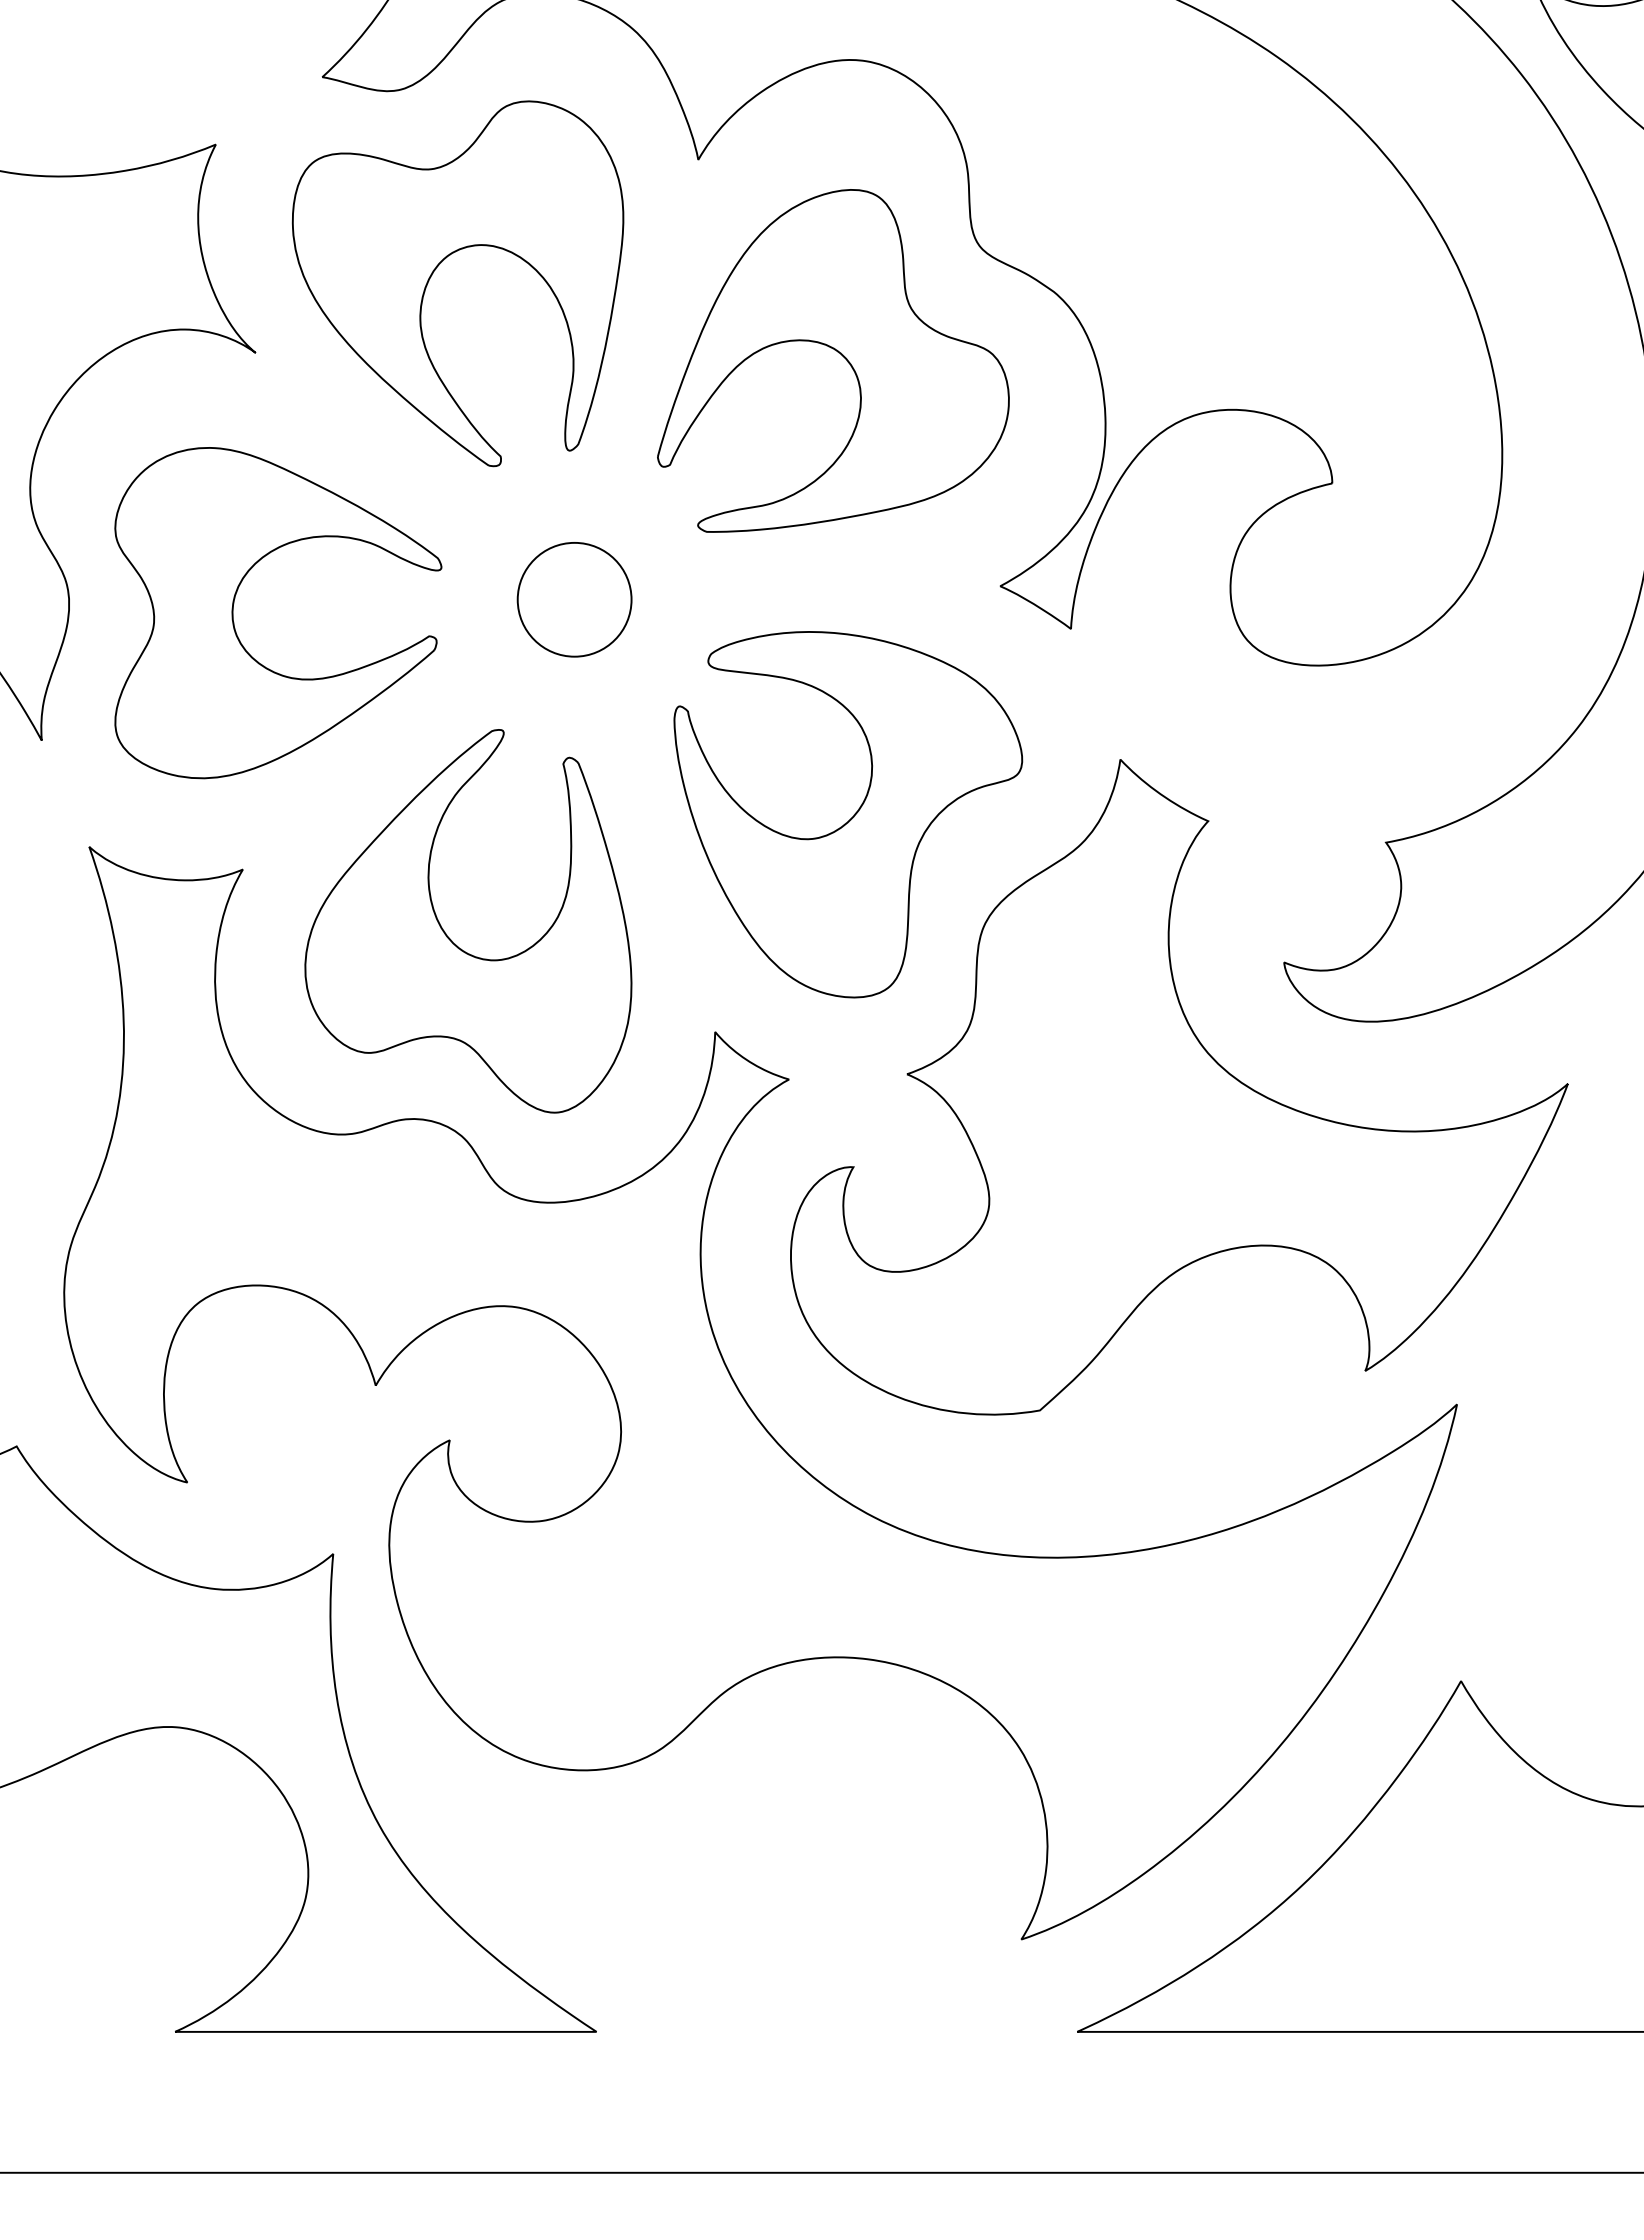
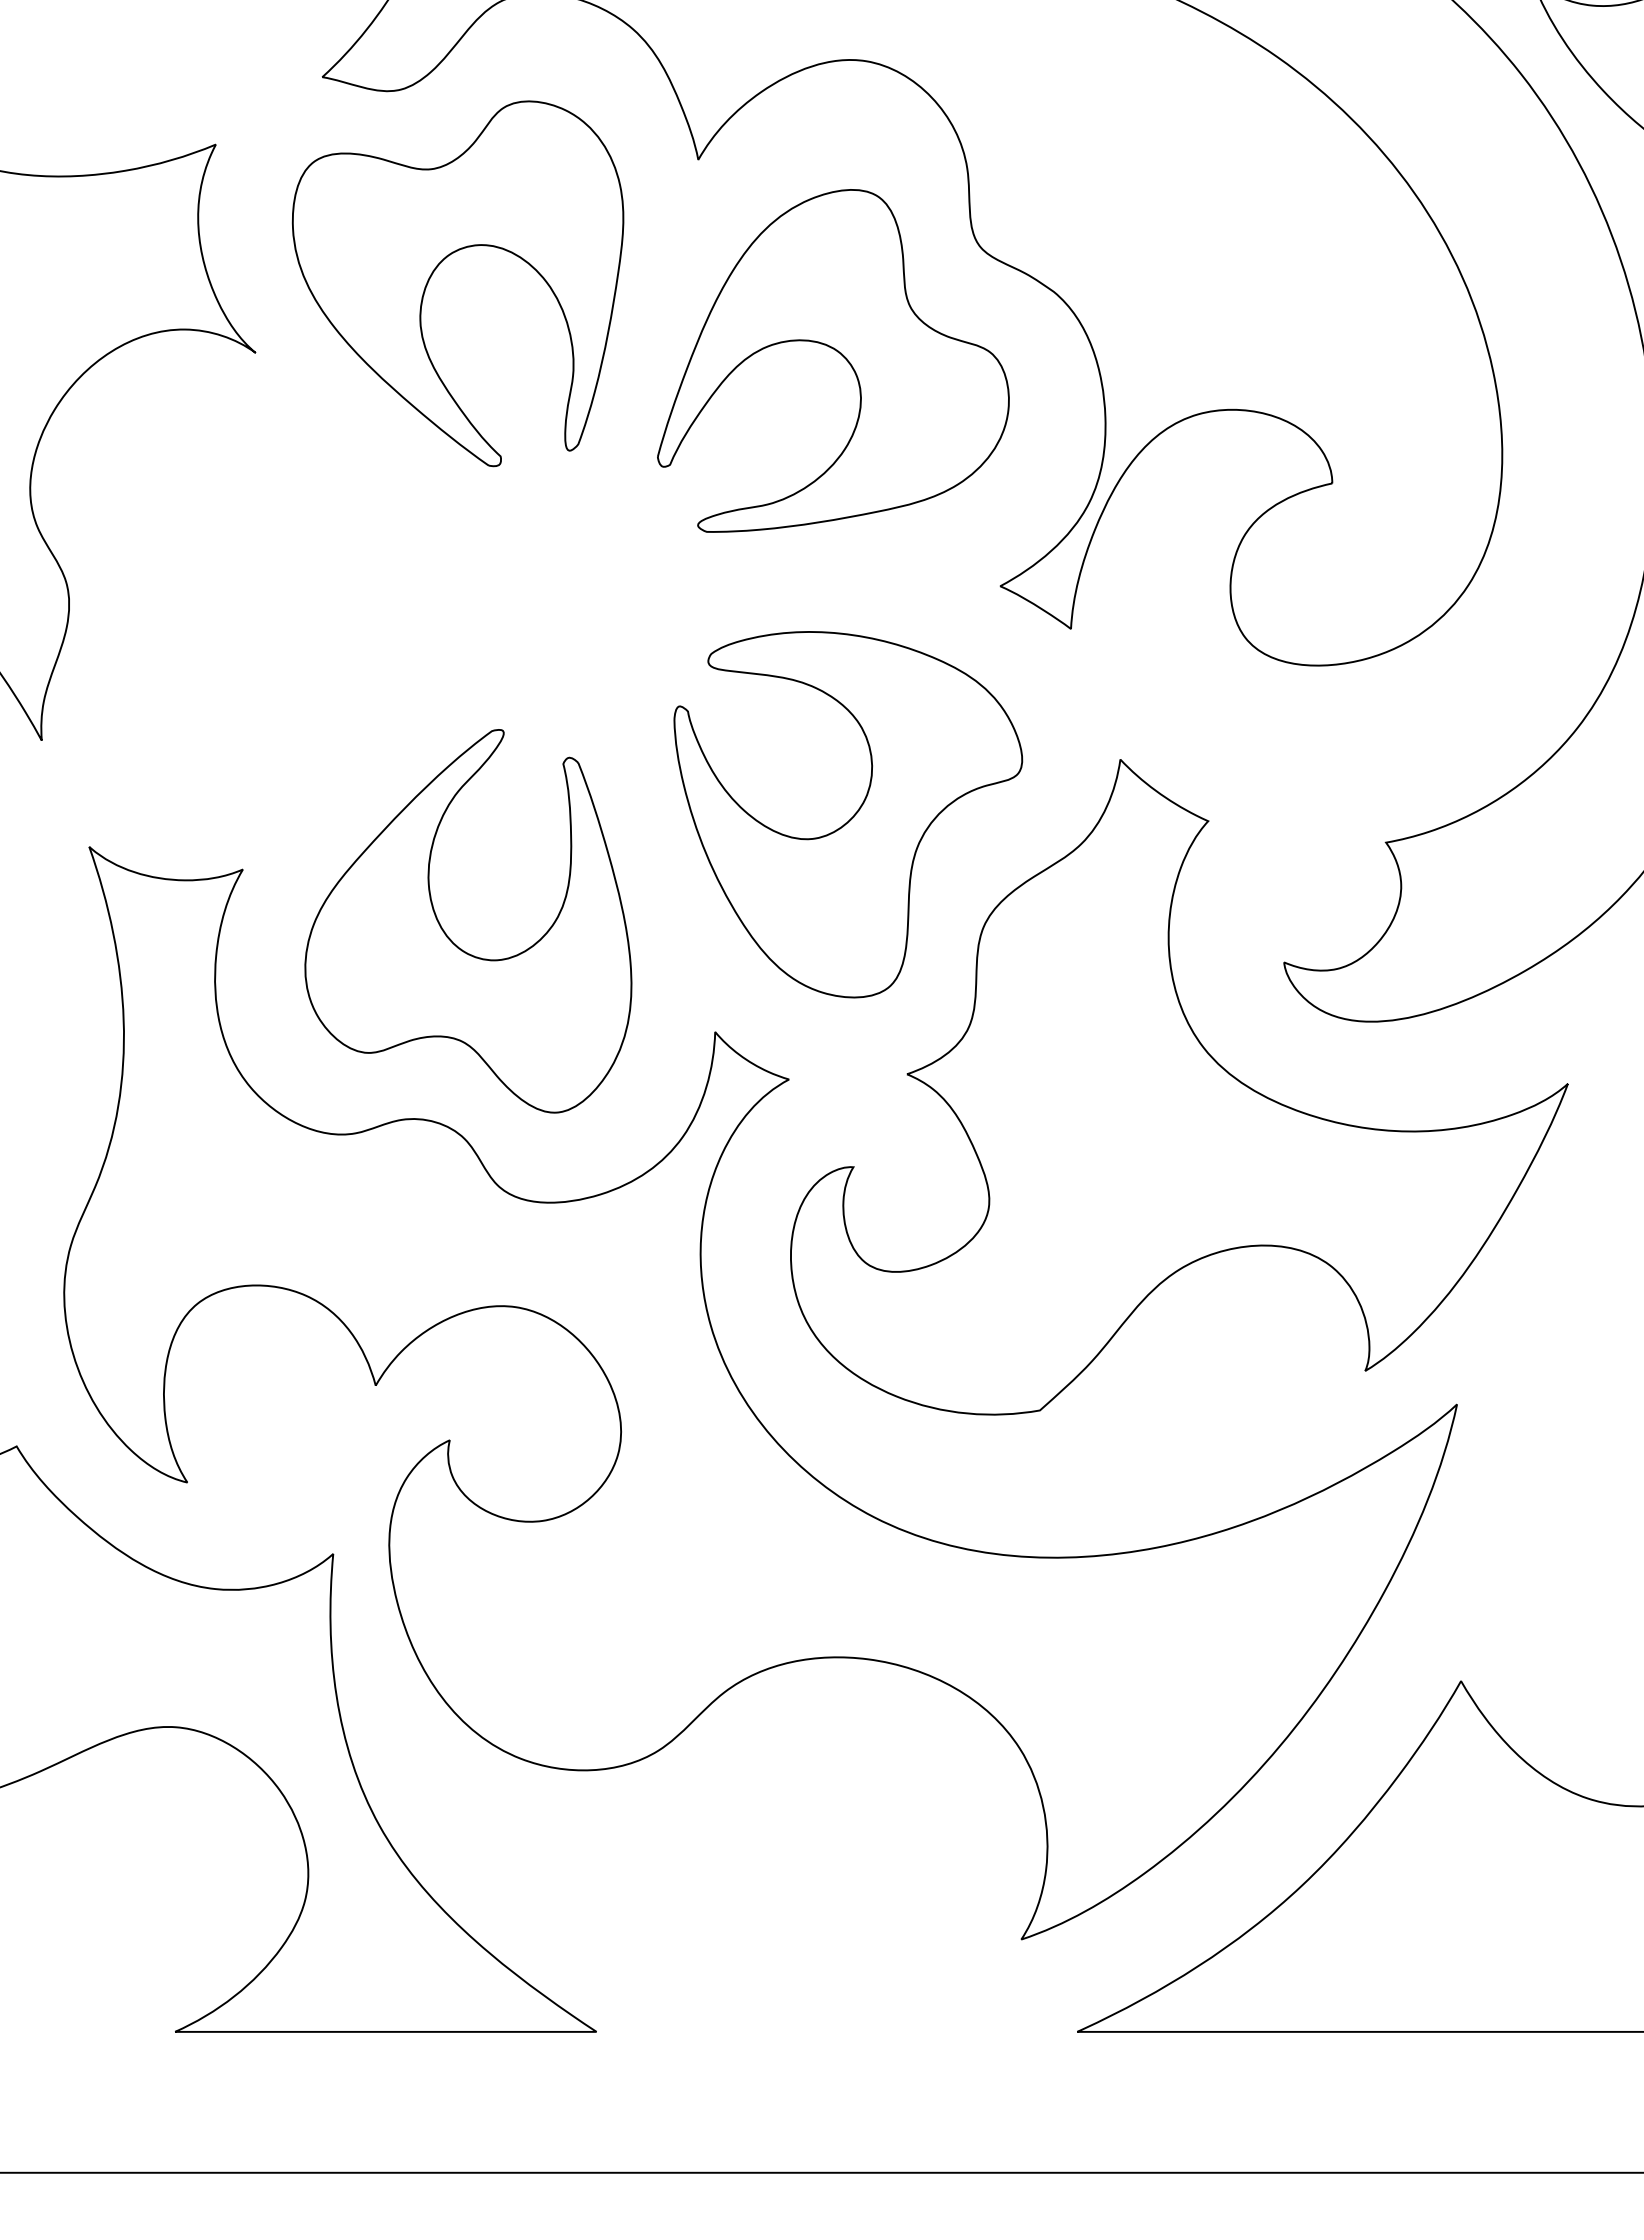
part at (574, 599): present -> none
part at (234, 622): present -> none
